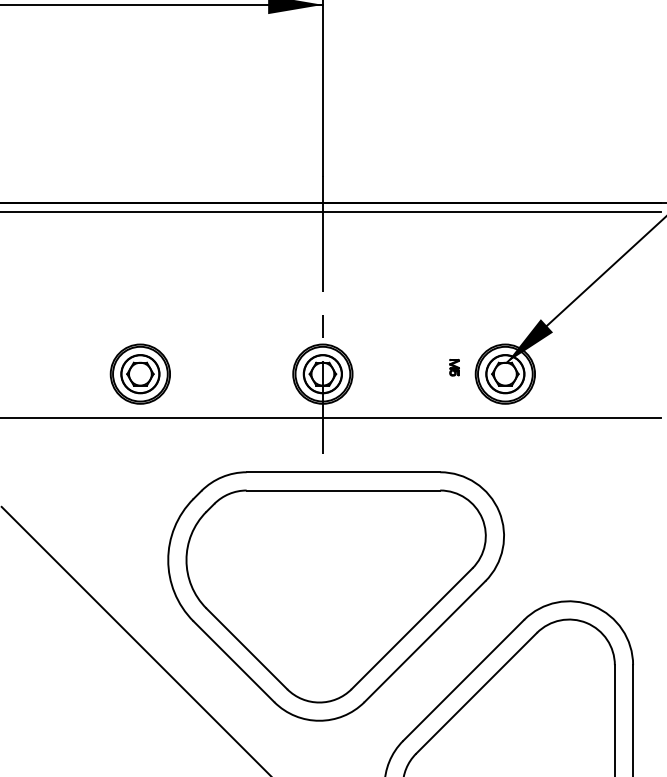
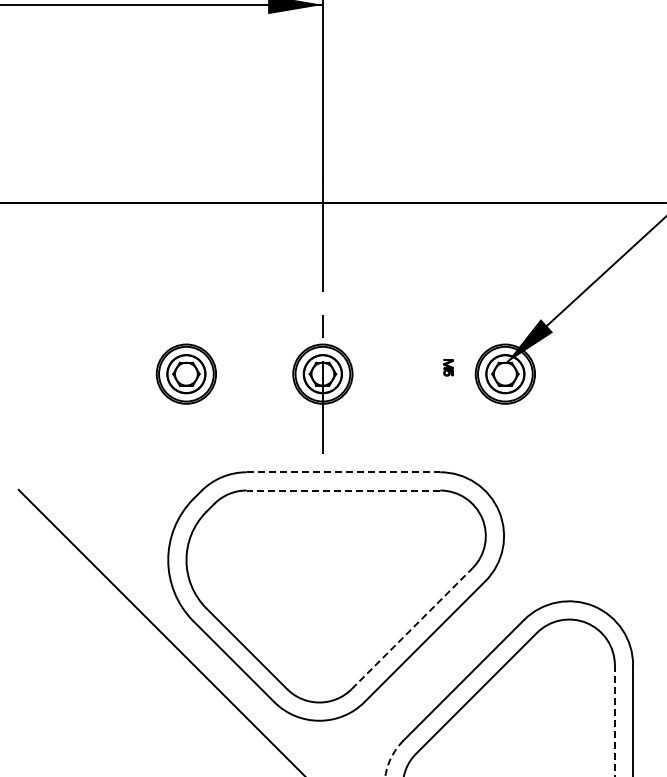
line at (331, 212): present -> none
part at (454, 367) position: (454, 367) -> (448, 367)
part at (139, 373) position: (139, 373) -> (185, 373)
line at (331, 417): present -> none
line at (343, 472): solid -> dashed
line at (343, 490): solid -> dashed
line at (412, 628): solid -> dashed
line at (135, 640) position: (135, 640) -> (160, 631)
line at (614, 721): solid -> dashed
arc at (391, 757): solid -> dashed
